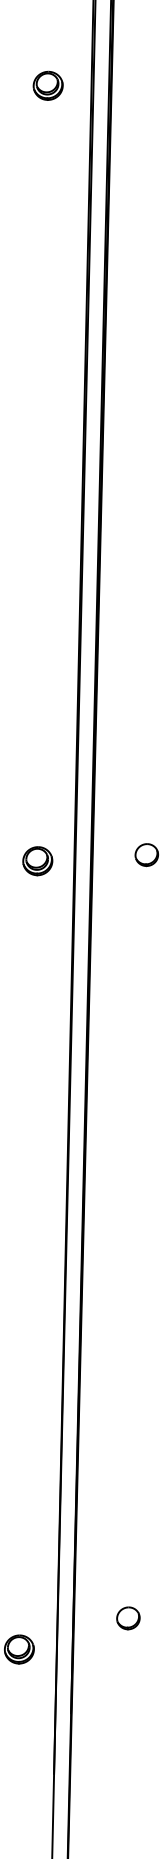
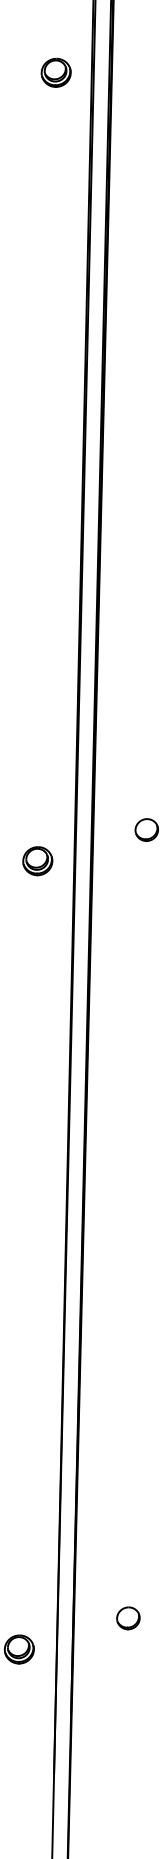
part at (47, 85) position: (47, 85) -> (55, 72)
part at (146, 855) position: (146, 855) -> (146, 830)
